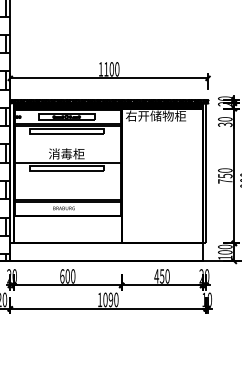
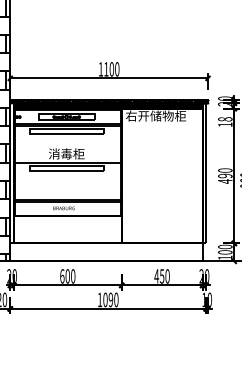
text at (225, 122): 30 -> 18
text at (225, 178): 750 -> 490
